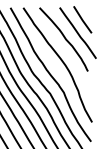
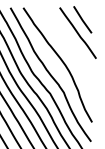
curve at (64, 39): present -> none
